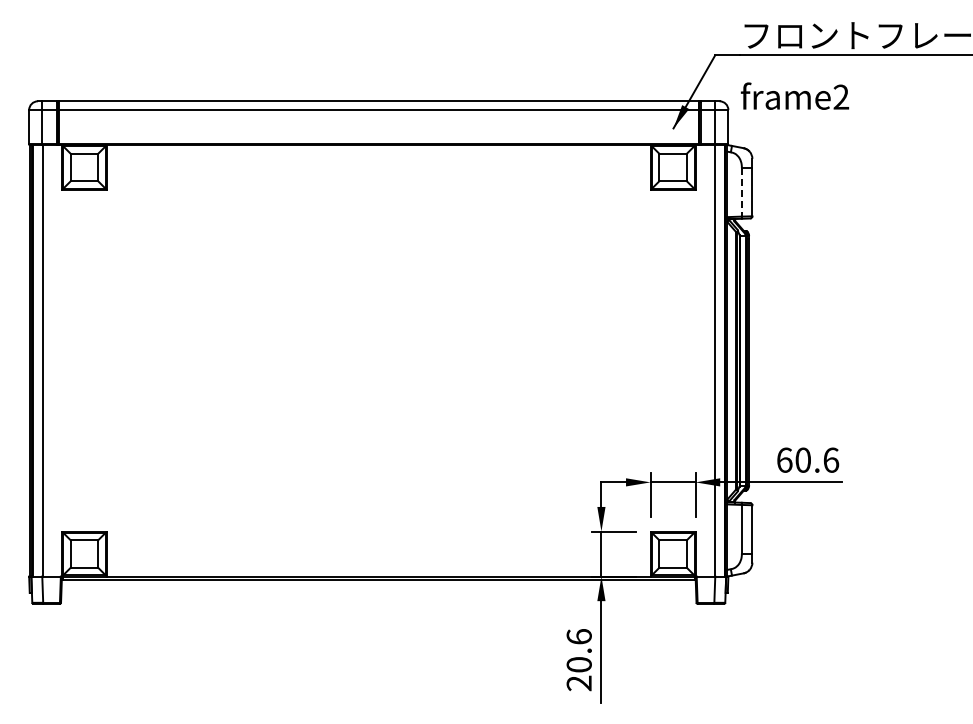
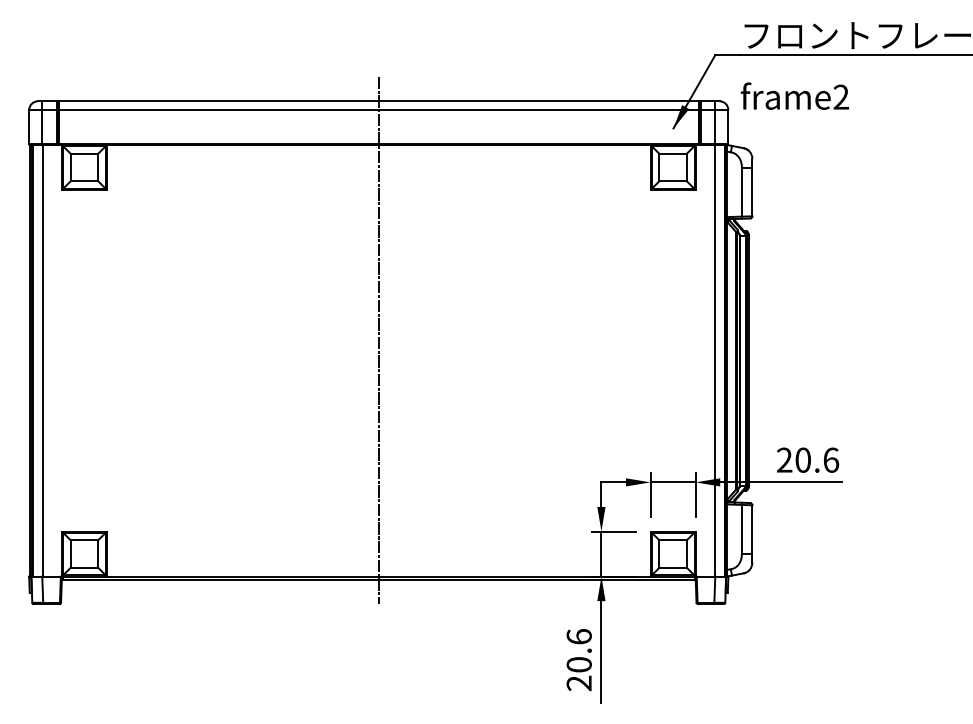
line at (741, 192): dashed -> solid
line at (378, 340): none -> present
text at (784, 459): 60.6 -> 20.6
